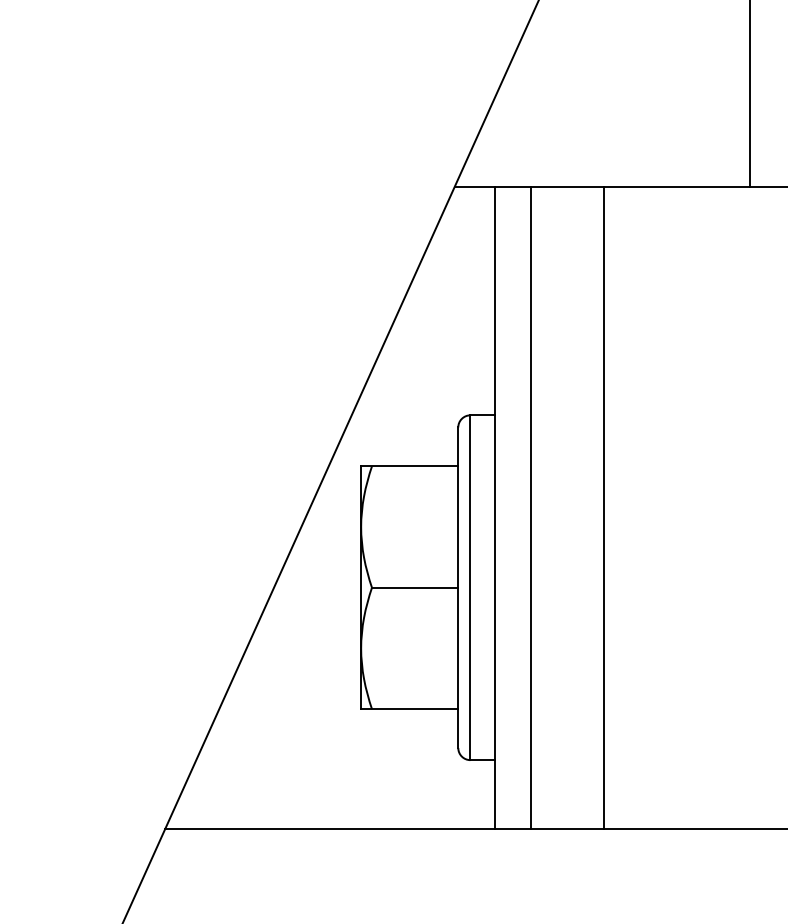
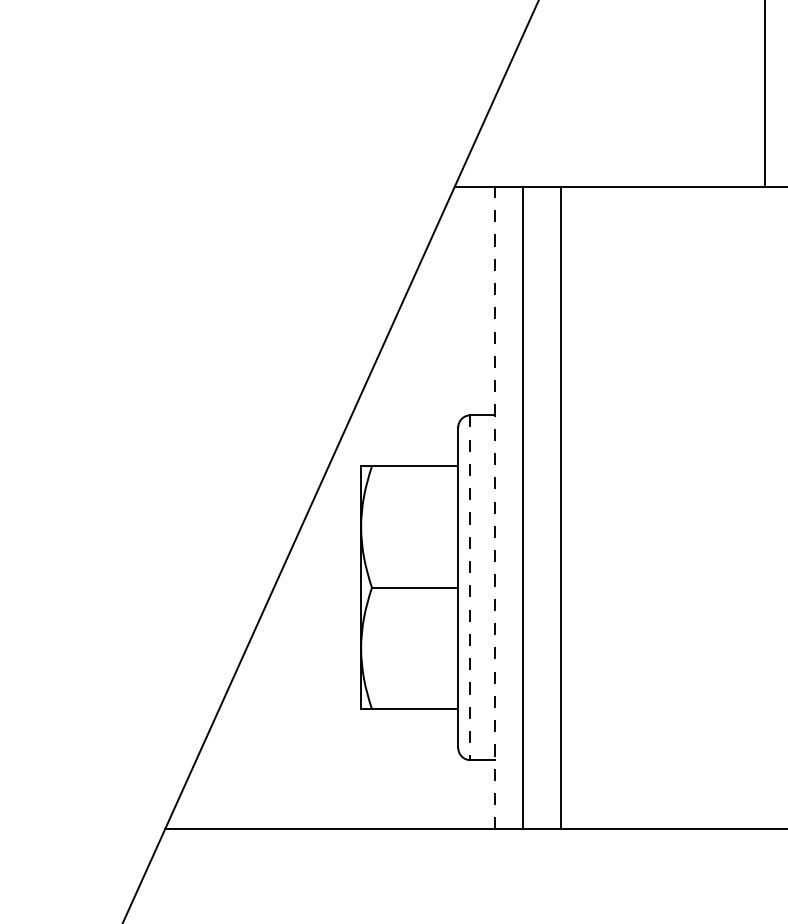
line at (749, 94) position: (749, 94) -> (764, 94)
line at (494, 507): solid -> dashed
line at (531, 508) position: (531, 508) -> (523, 508)
line at (603, 508) position: (603, 508) -> (560, 508)
line at (470, 588): solid -> dashed
